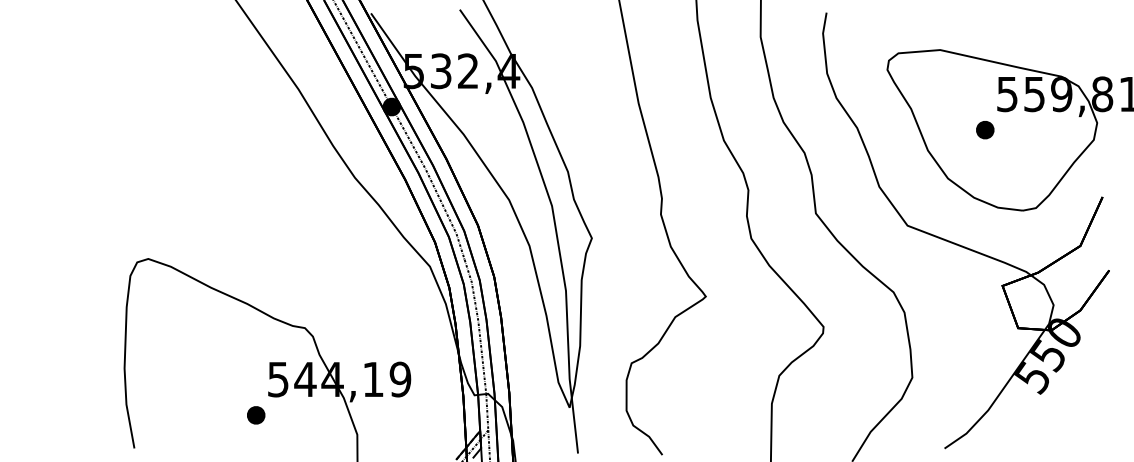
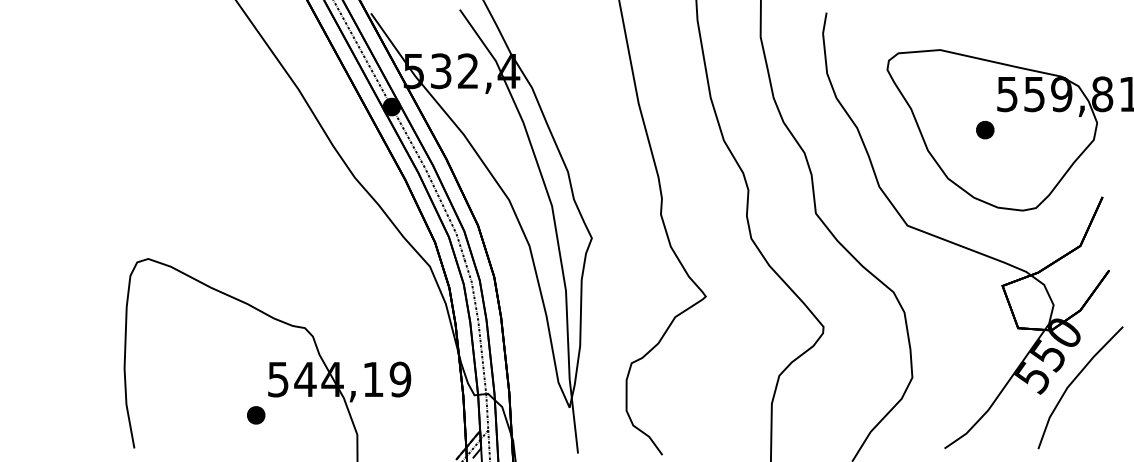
part at (1074, 381): none -> present
